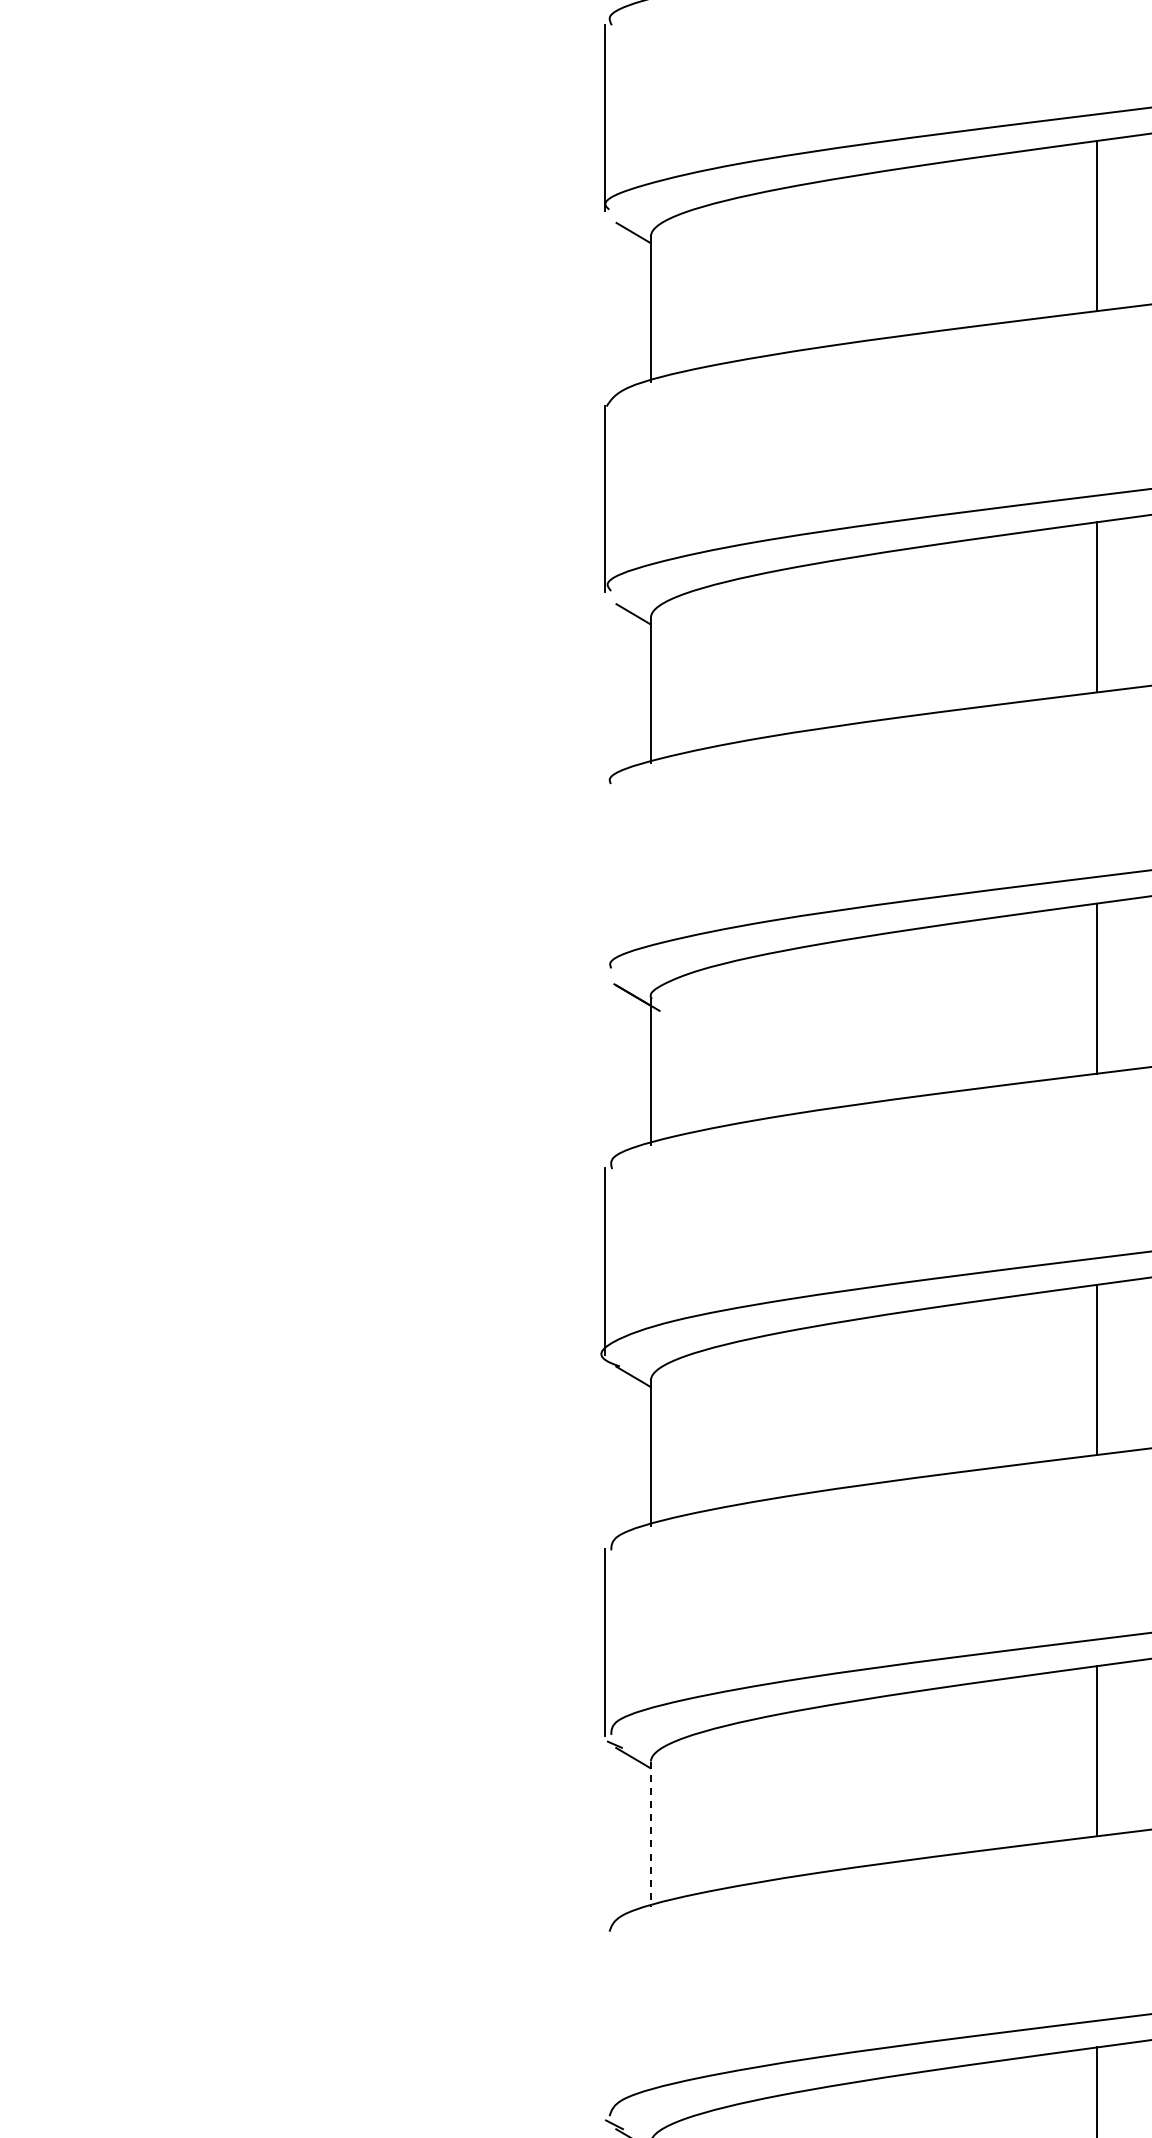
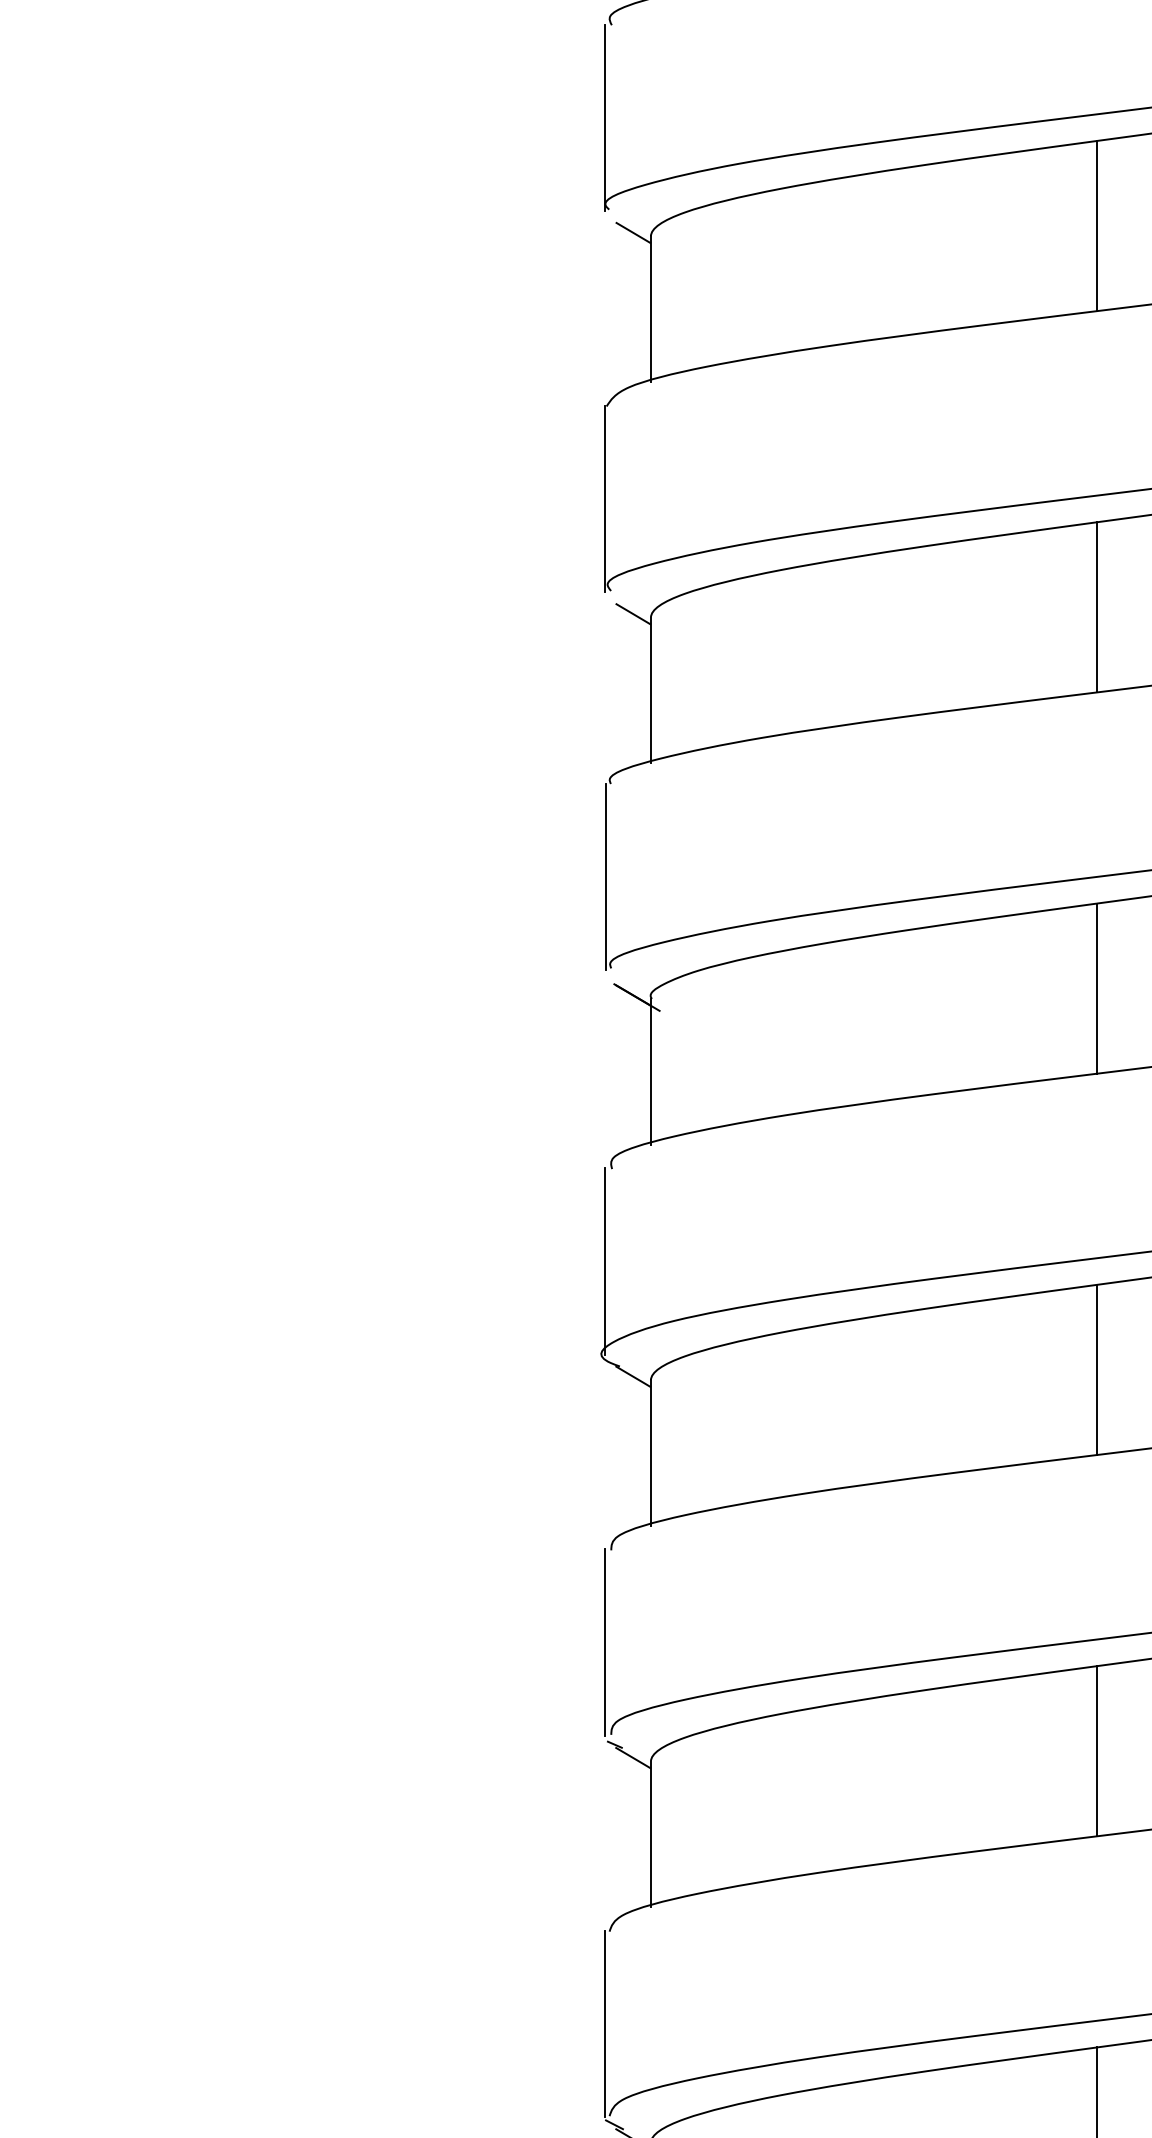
line at (605, 876): none -> present
line at (650, 1834): dashed -> solid
line at (604, 2023): none -> present
